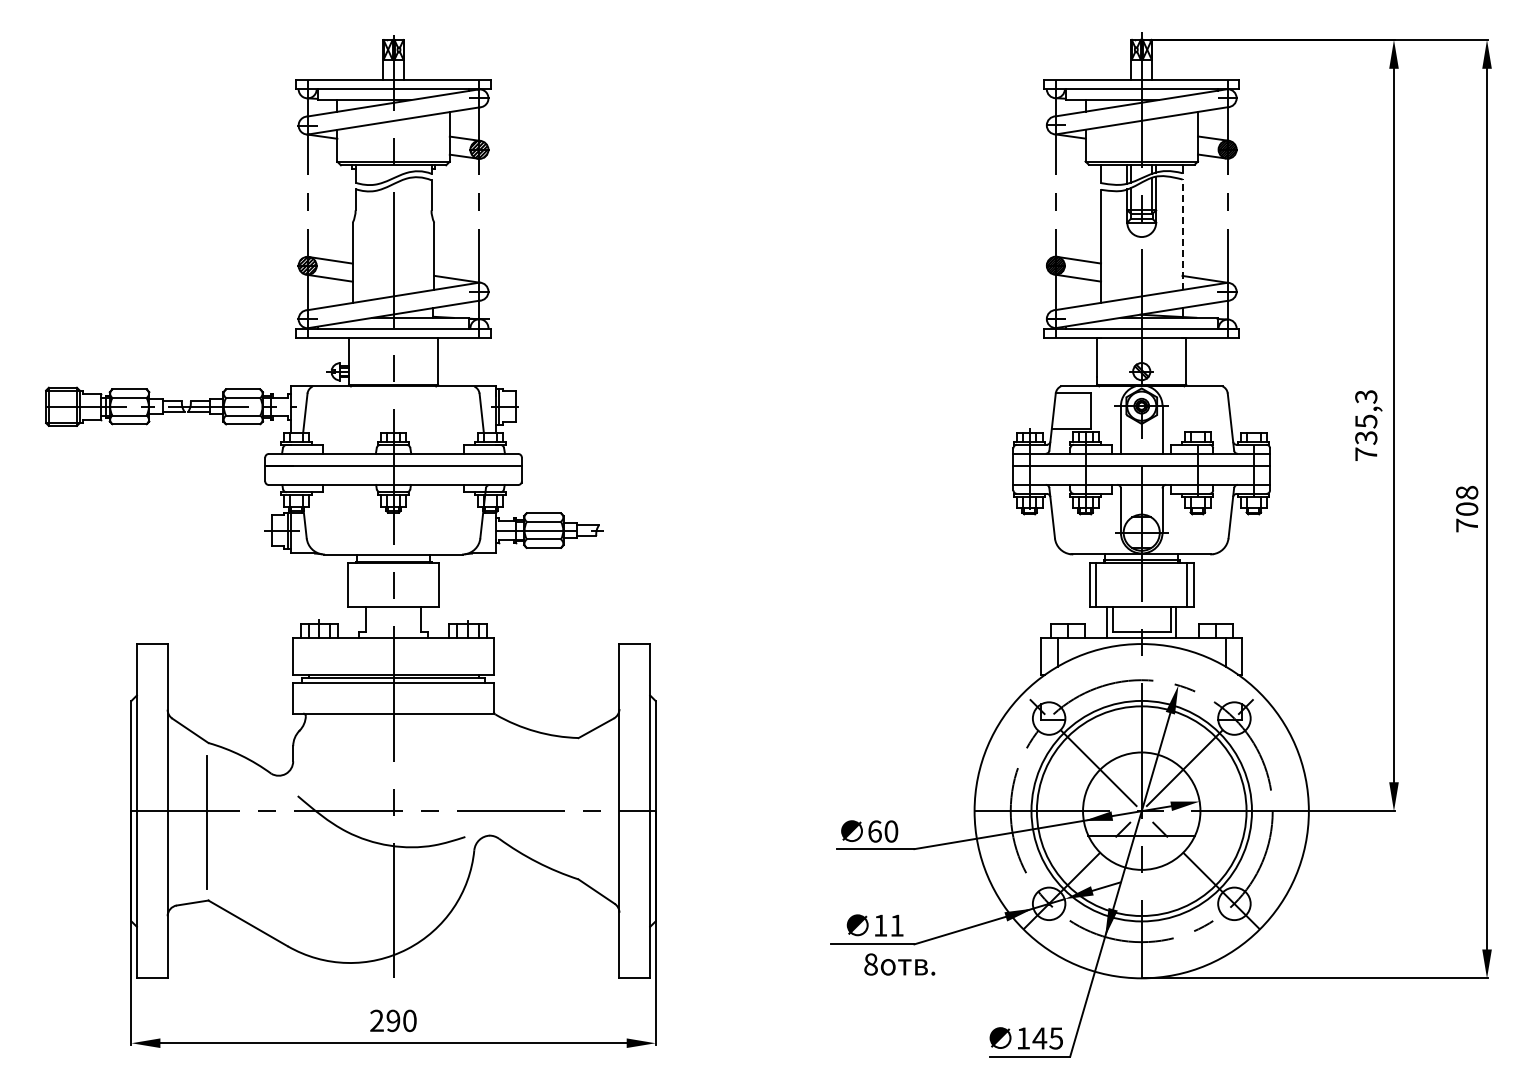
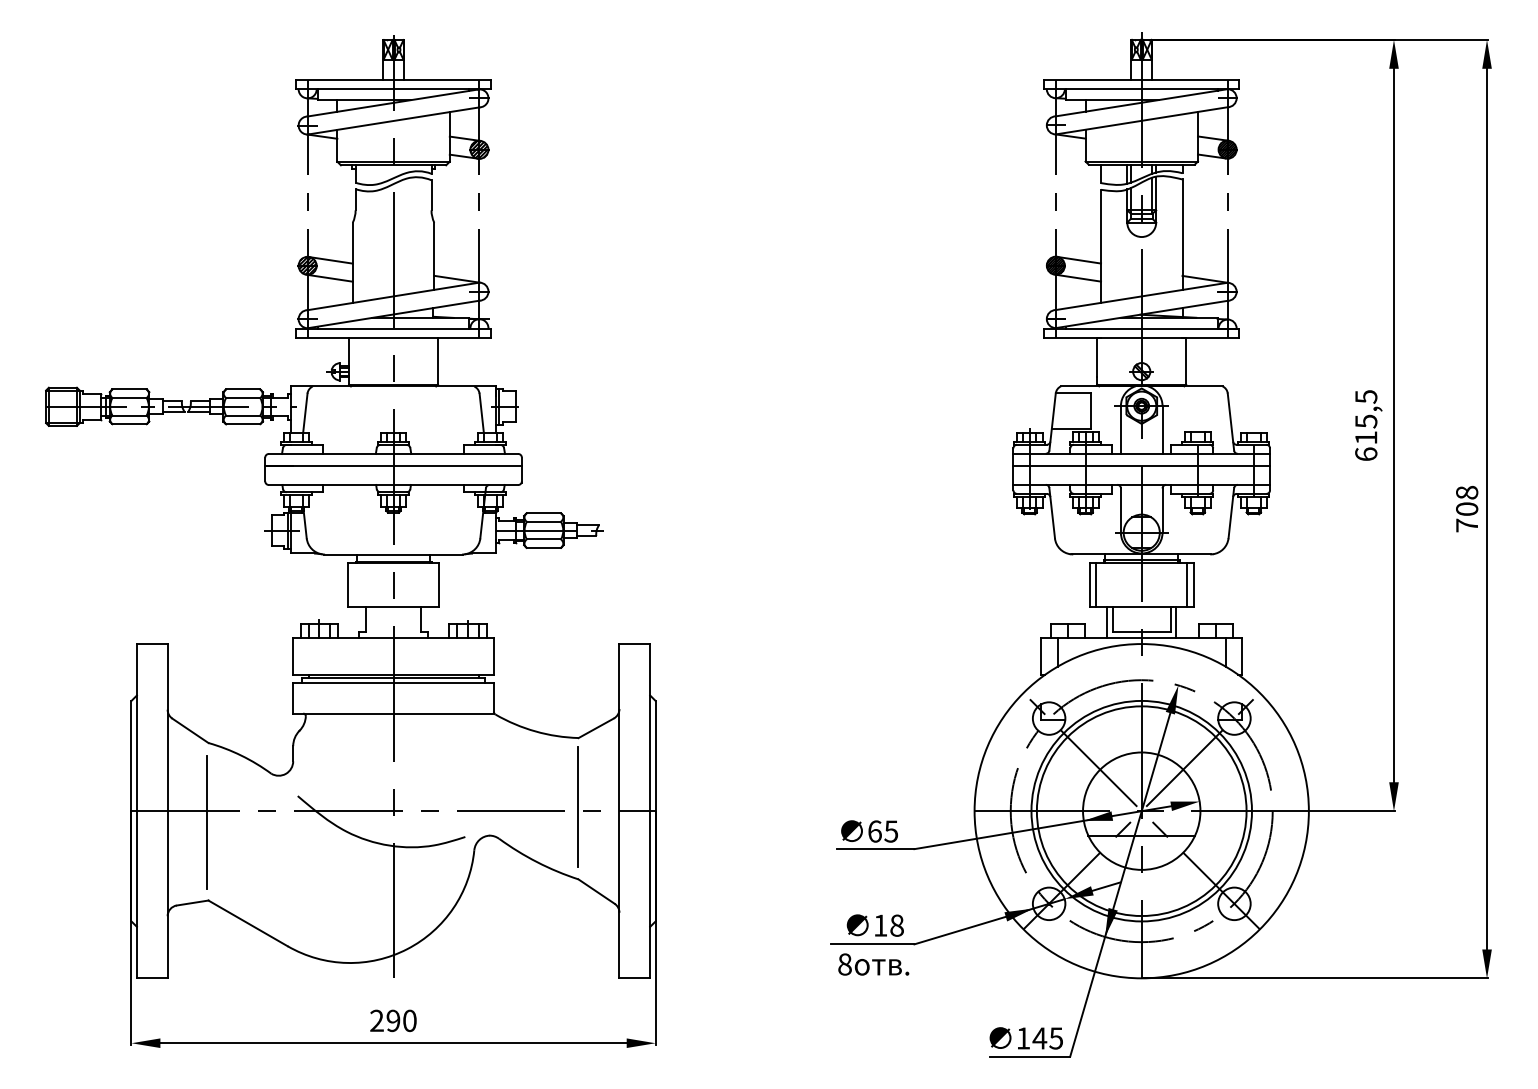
line at (1182, 234): dashed -> solid
text at (1366, 425): 735,3 -> 615,5
line at (578, 806): none -> present
text at (891, 831): 60 -> 65
text at (896, 925): 11 -> 18
text at (899, 964) position: (899, 964) -> (873, 964)
